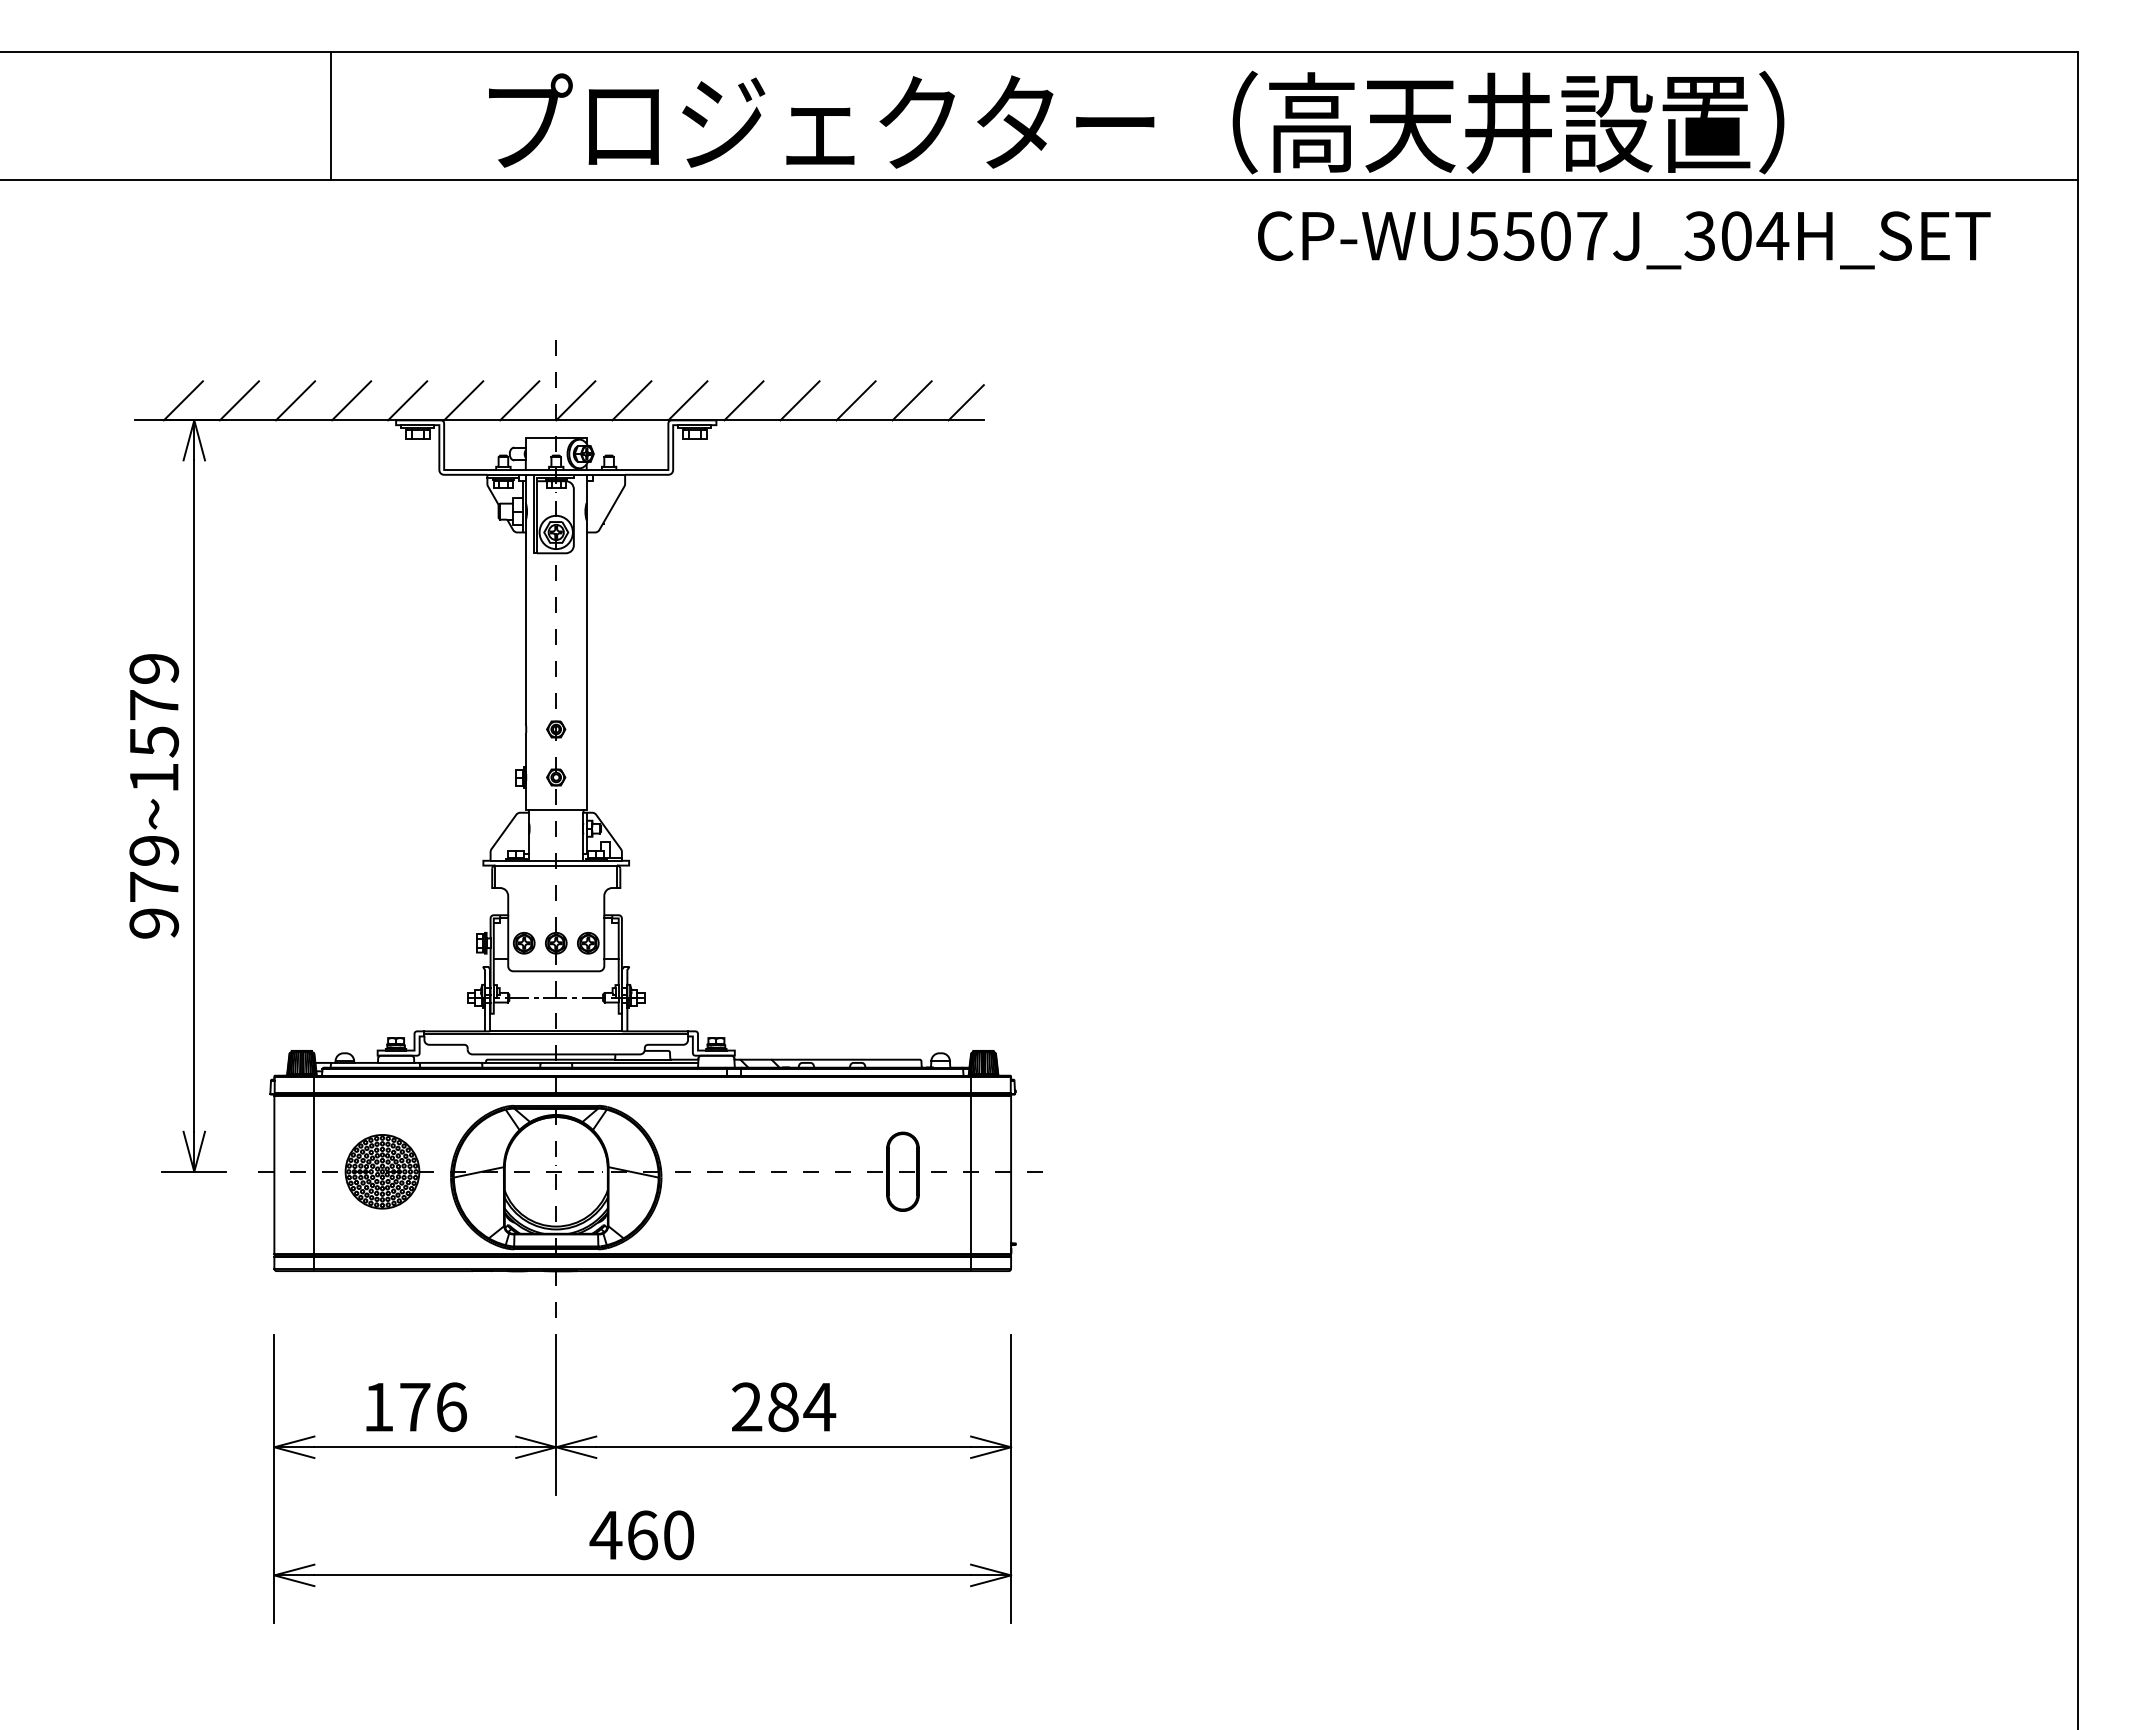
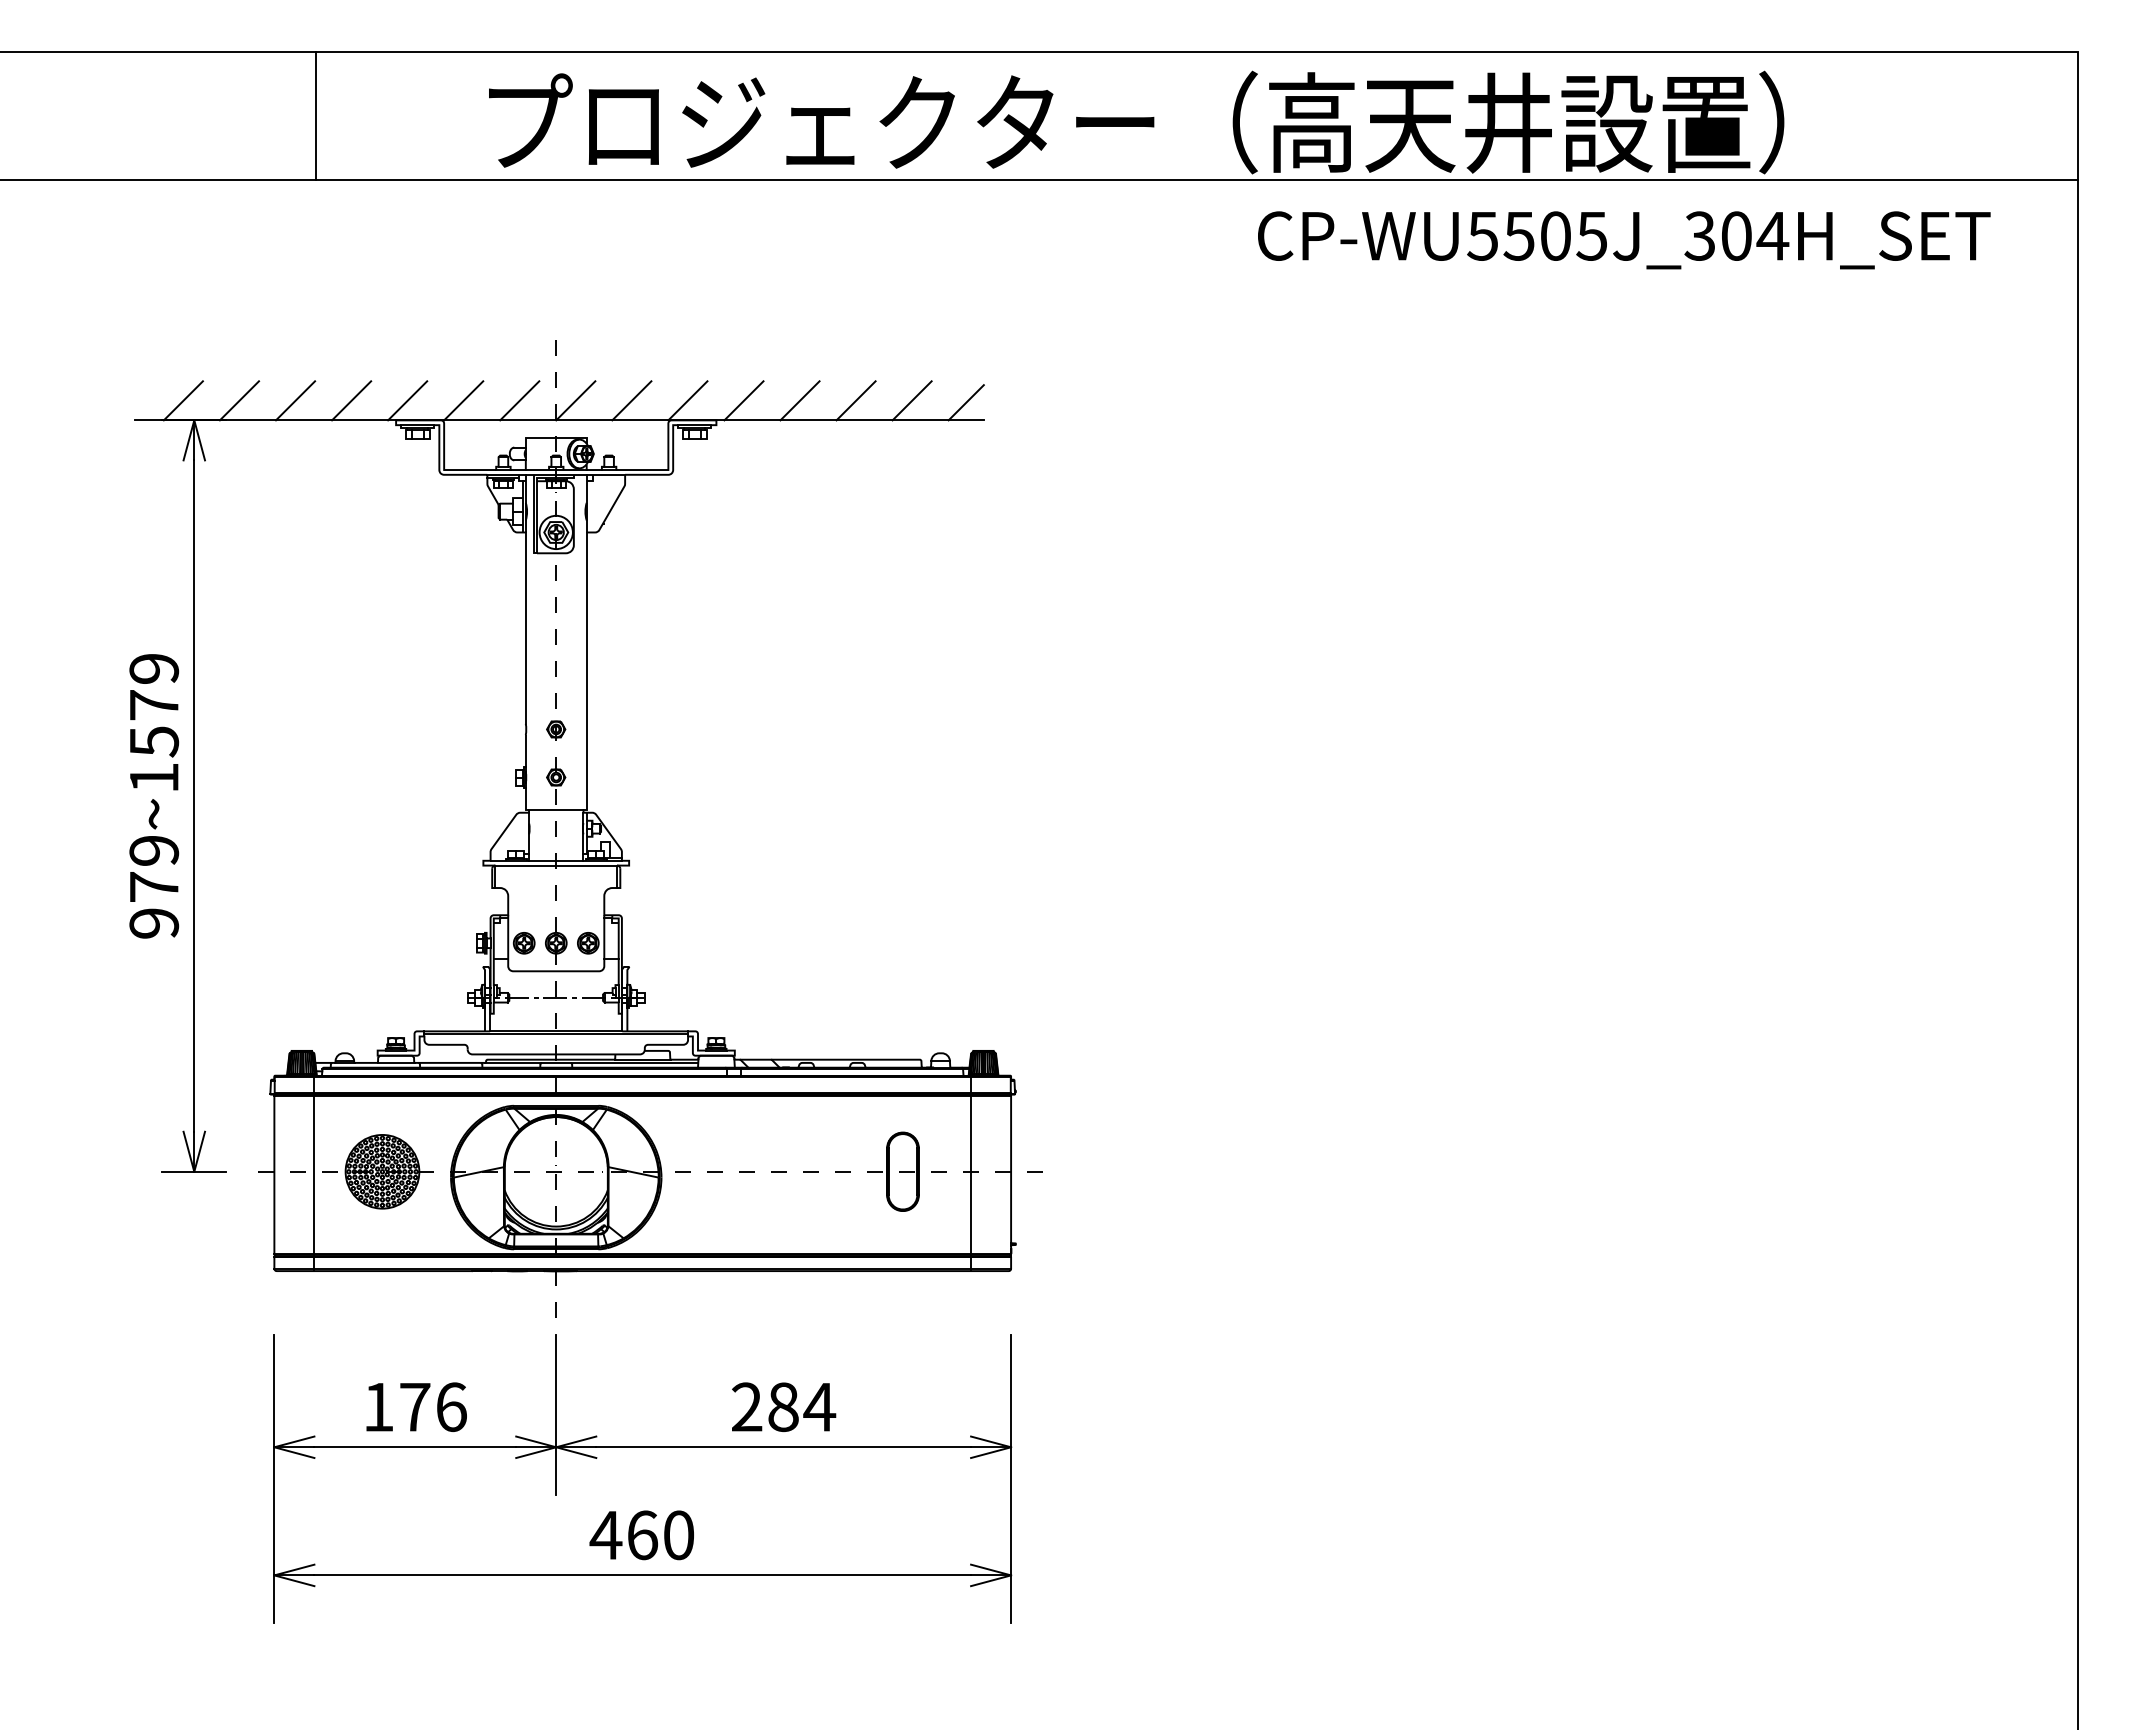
line at (331, 116) position: (331, 116) -> (316, 116)
text at (1591, 236): CP-WU5507J_304H_SET -> CP-WU5505J_304H_SET
